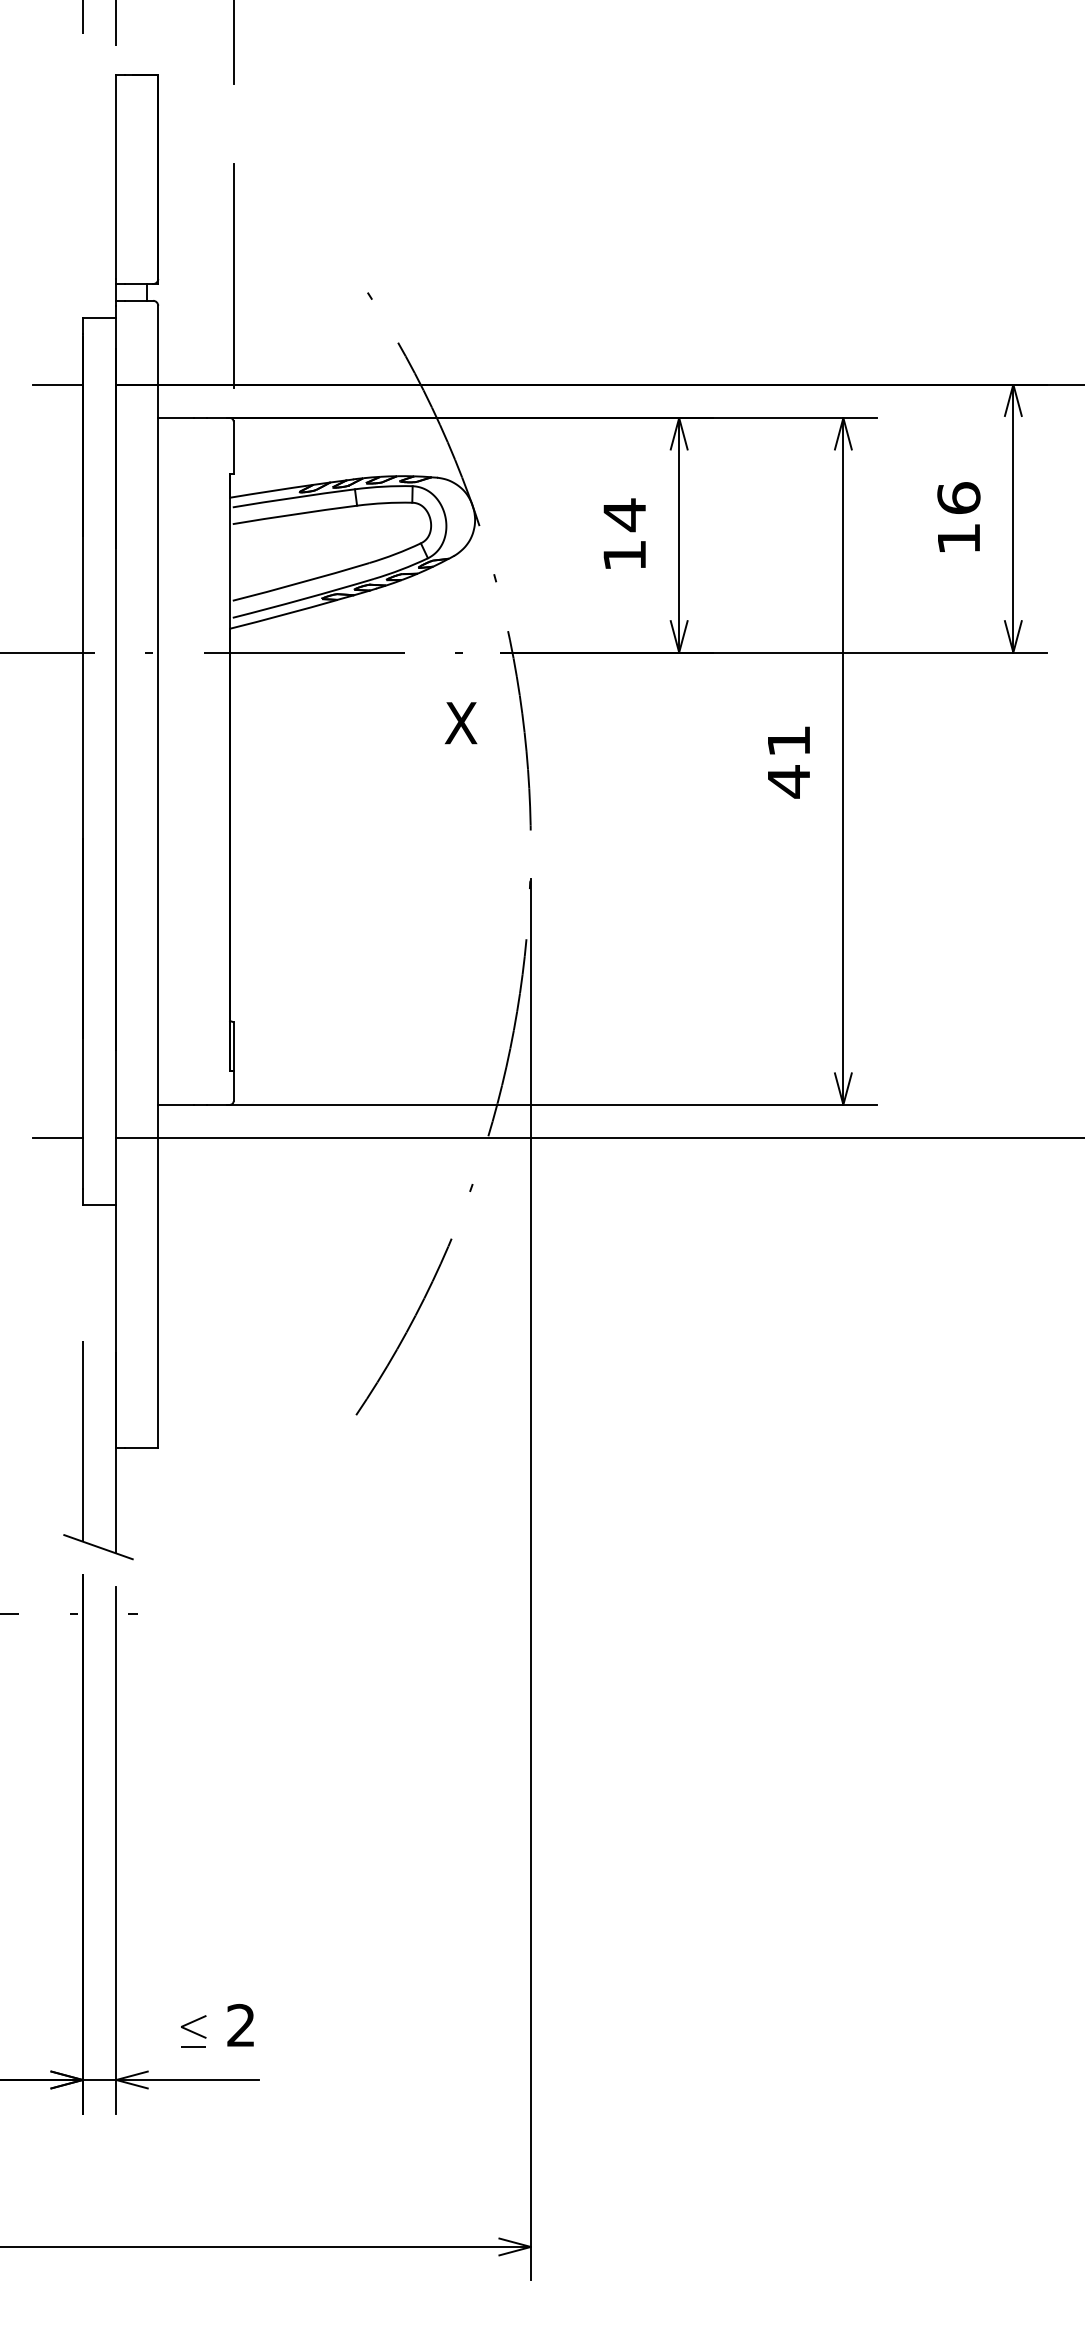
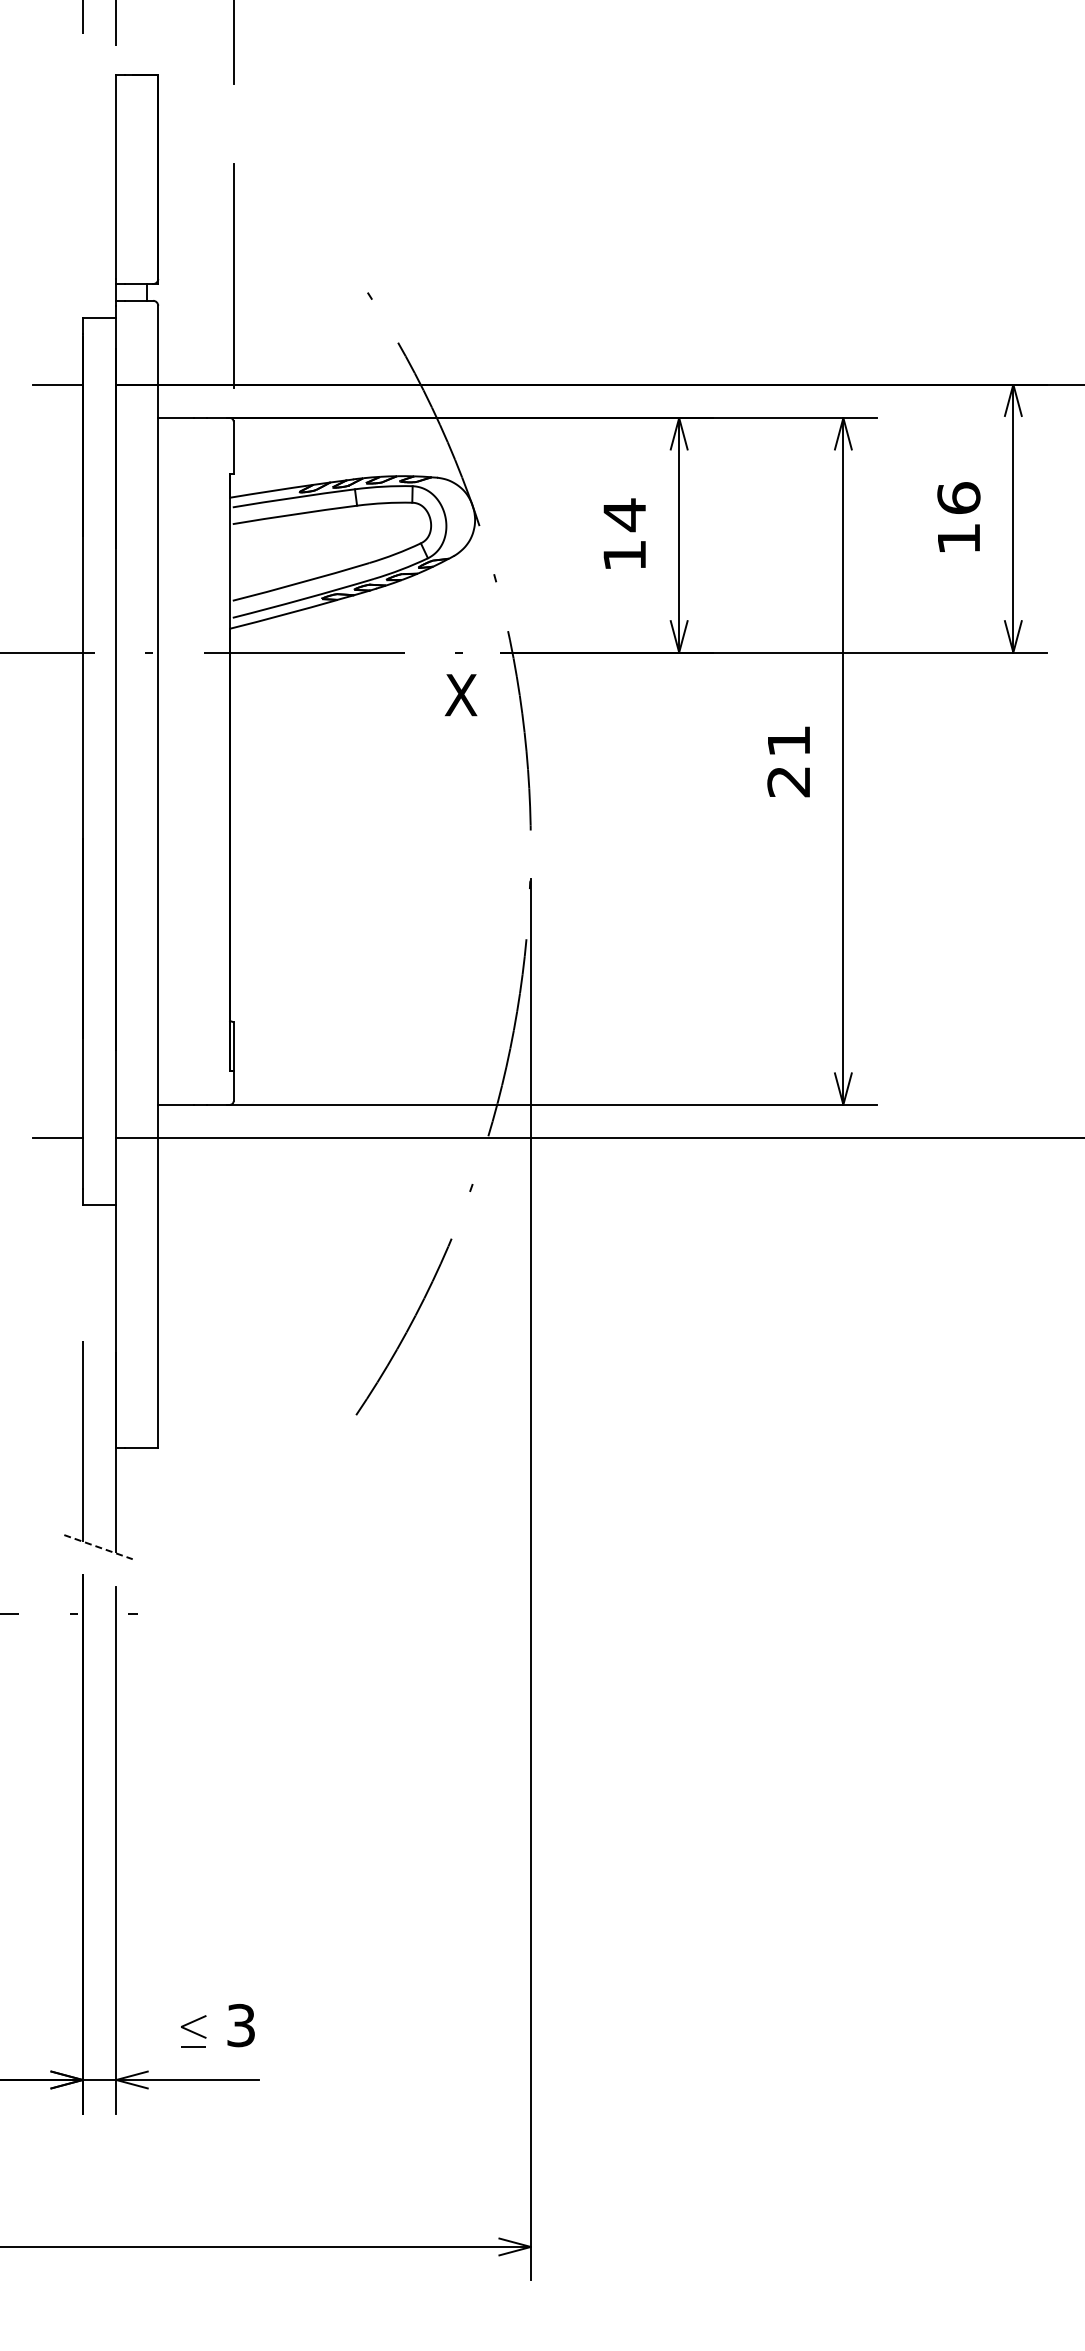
text at (461, 723) position: (461, 723) -> (461, 695)
text at (788, 781): 41 -> 21
line at (98, 1547): solid -> dashed
text at (240, 2025): 2 -> 3
